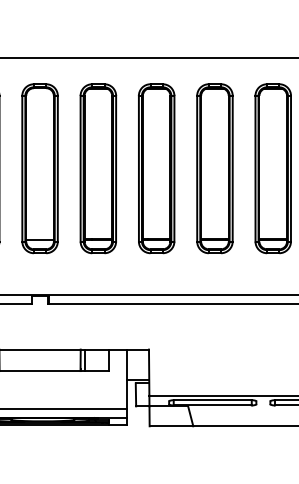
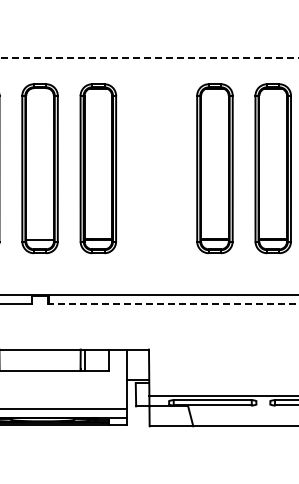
line at (149, 57): solid -> dashed
part at (156, 168): present -> none
line at (172, 303): solid -> dashed
